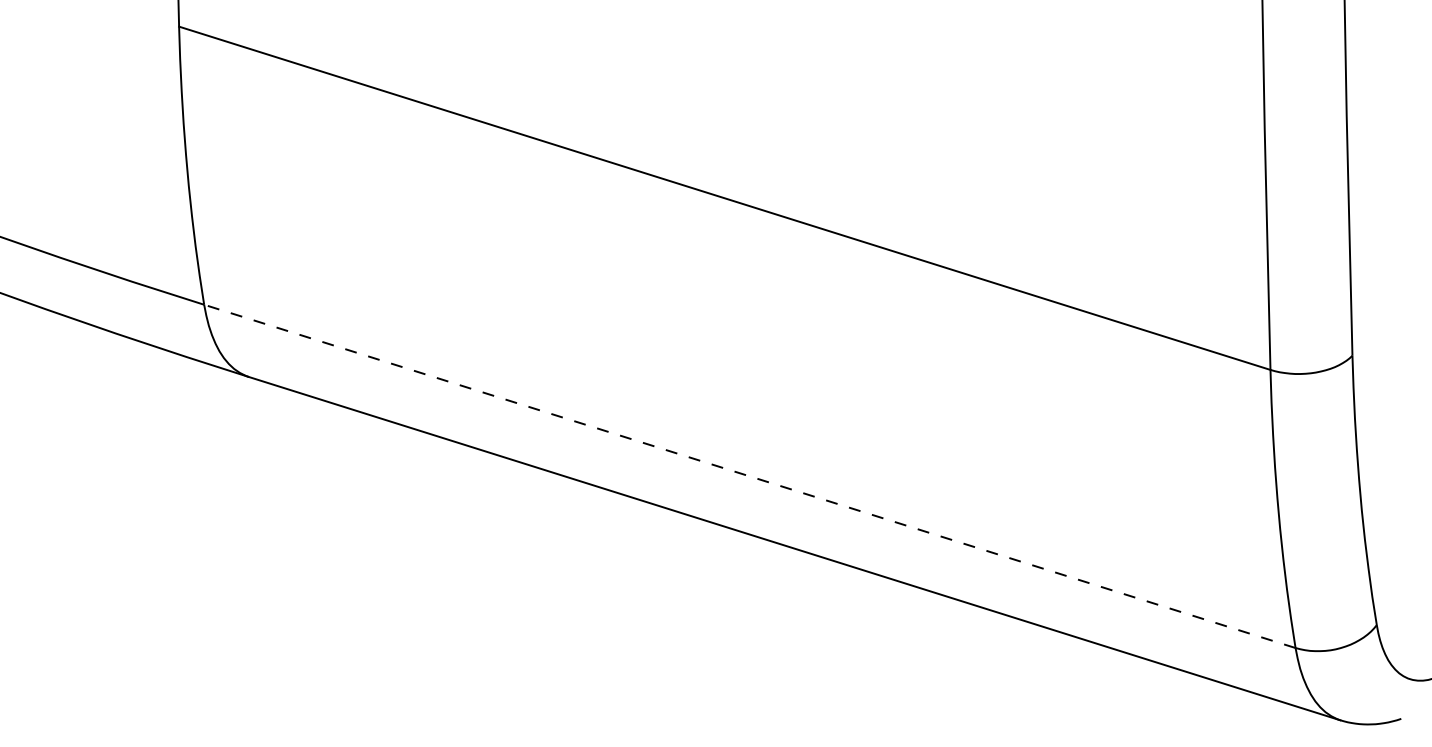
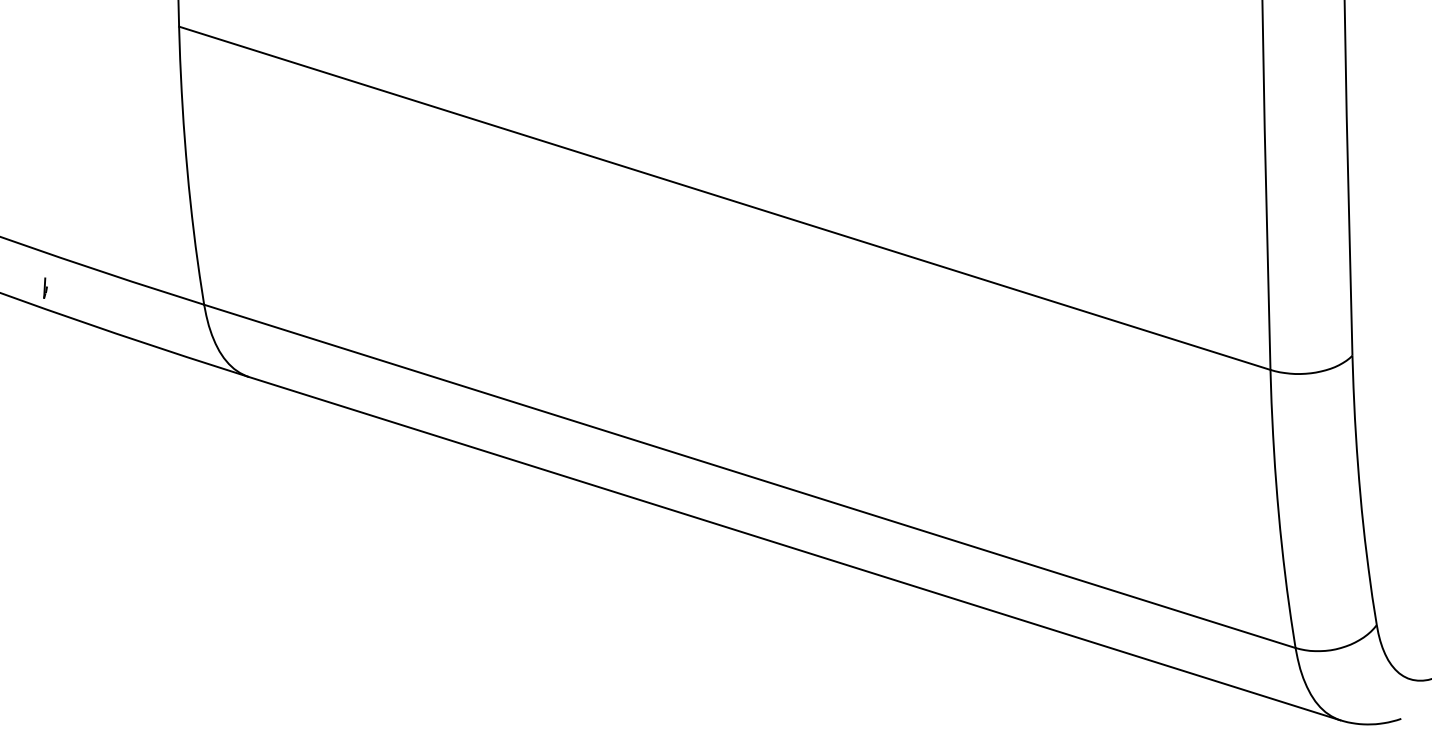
line at (45, 287): none -> present
line at (749, 476): dashed -> solid
